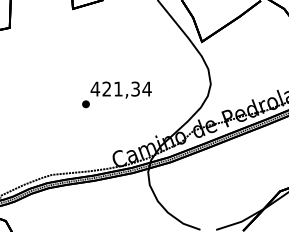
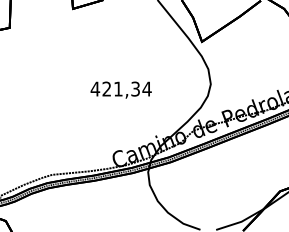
part at (85, 104): present -> none
